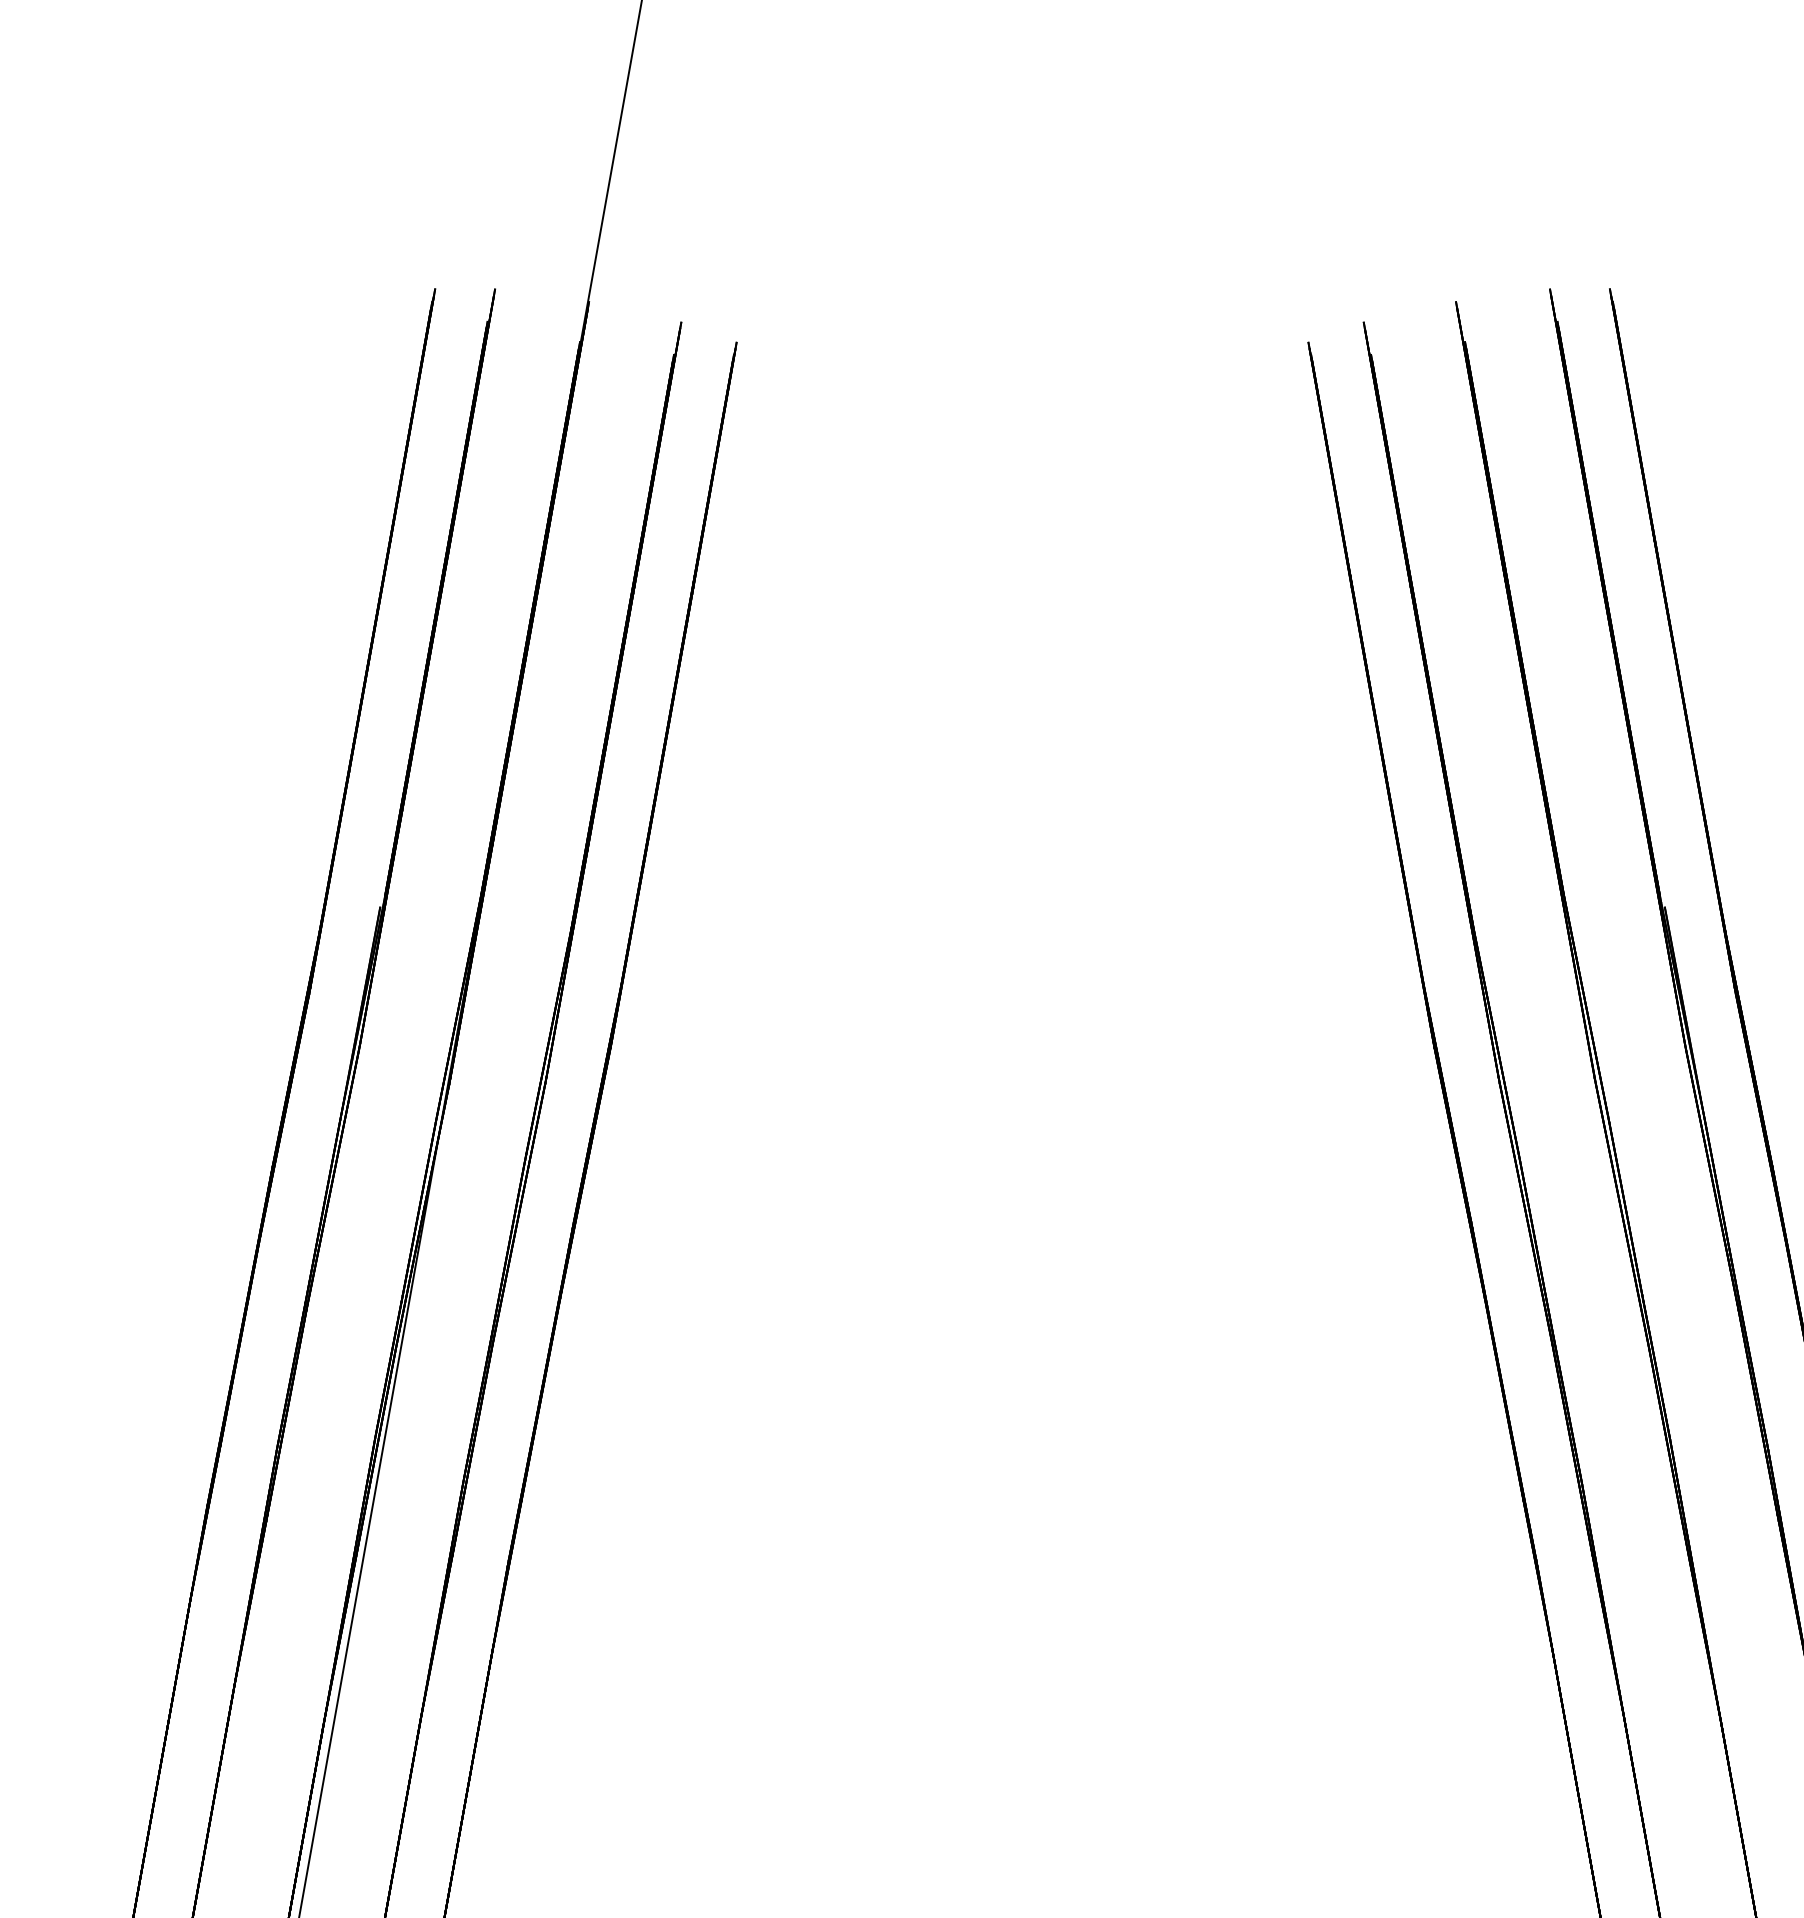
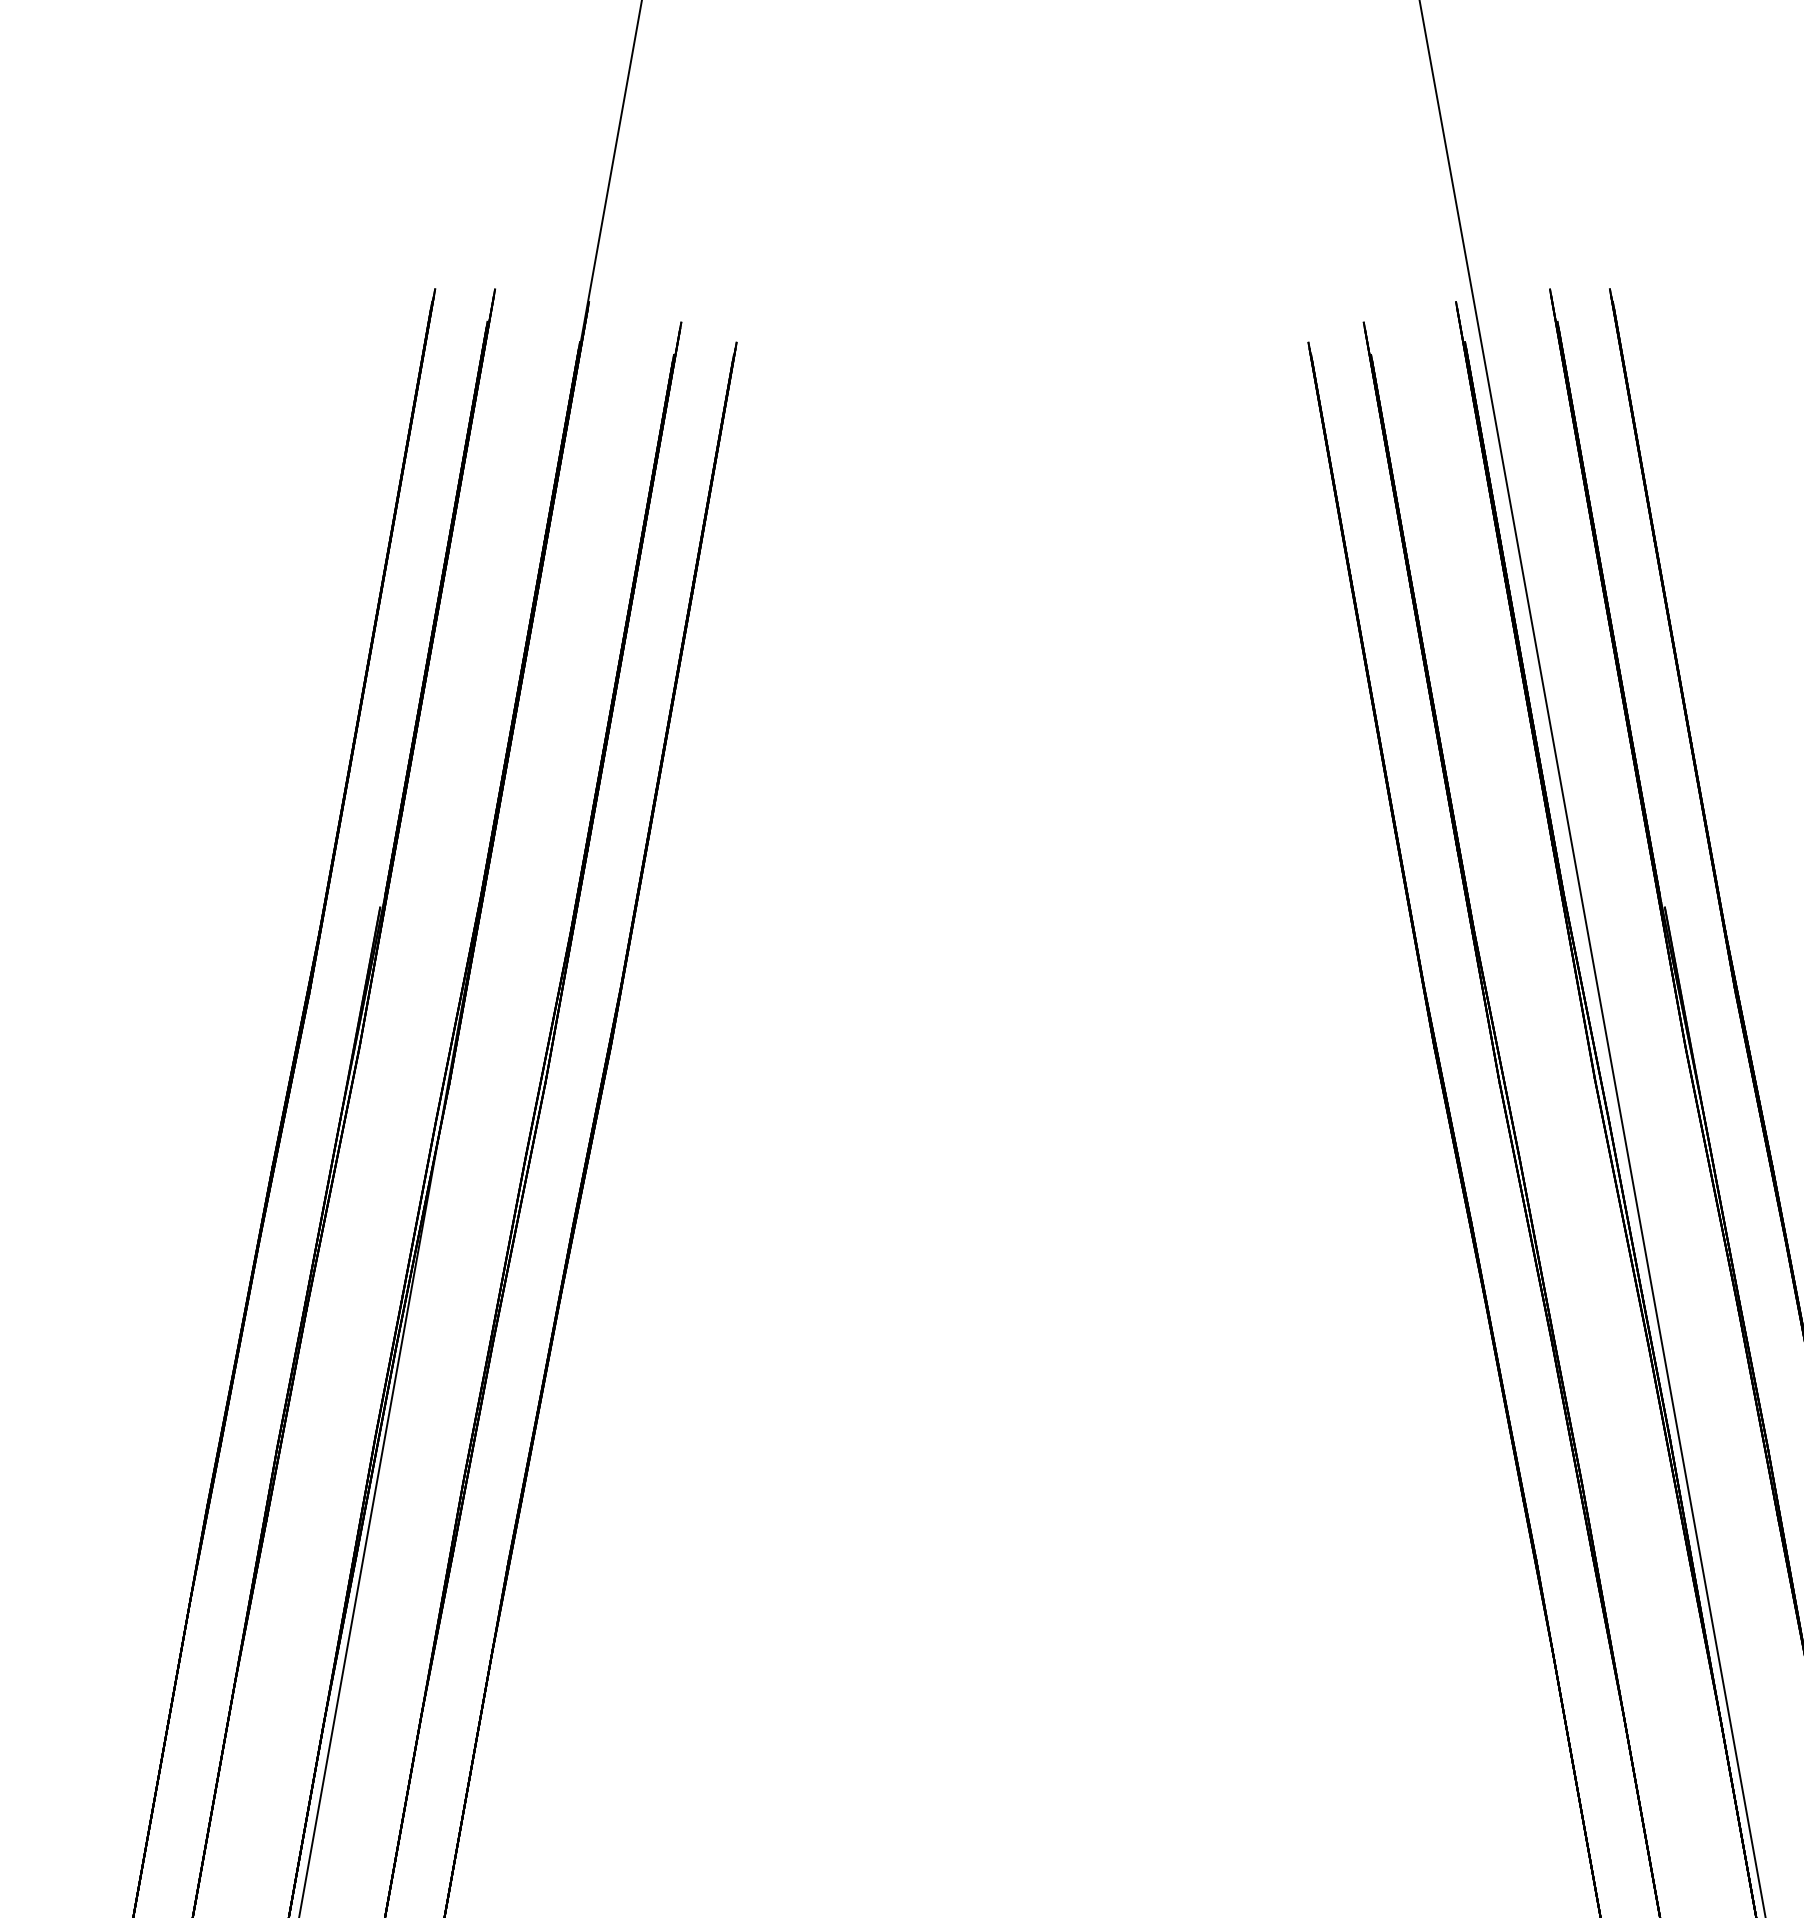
line at (1592, 958): none -> present
